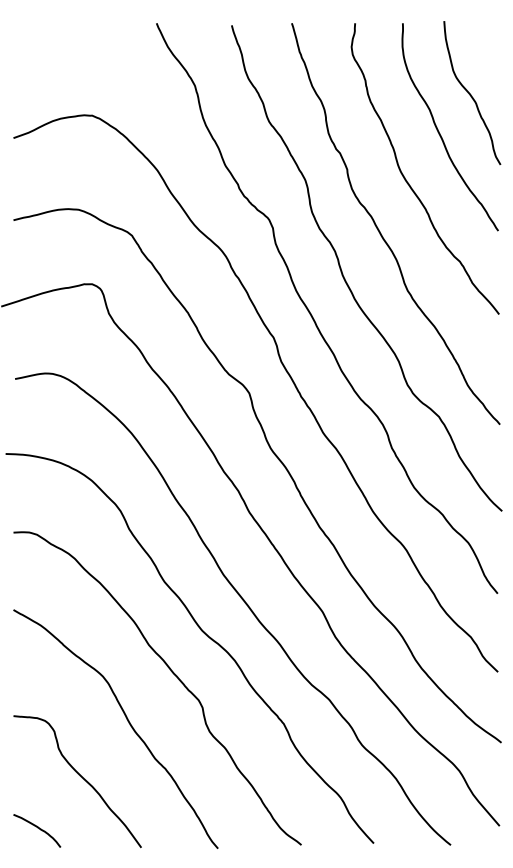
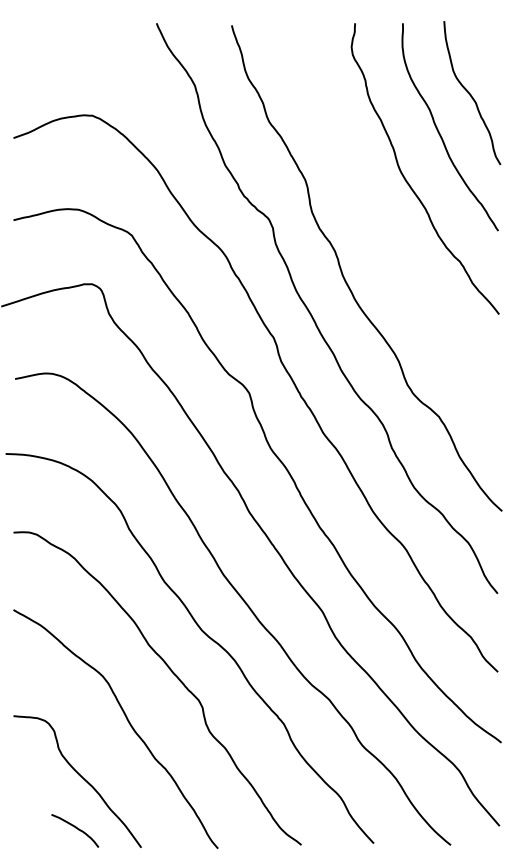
curve at (380, 231): present -> none
curve at (37, 828) position: (37, 828) -> (75, 828)
